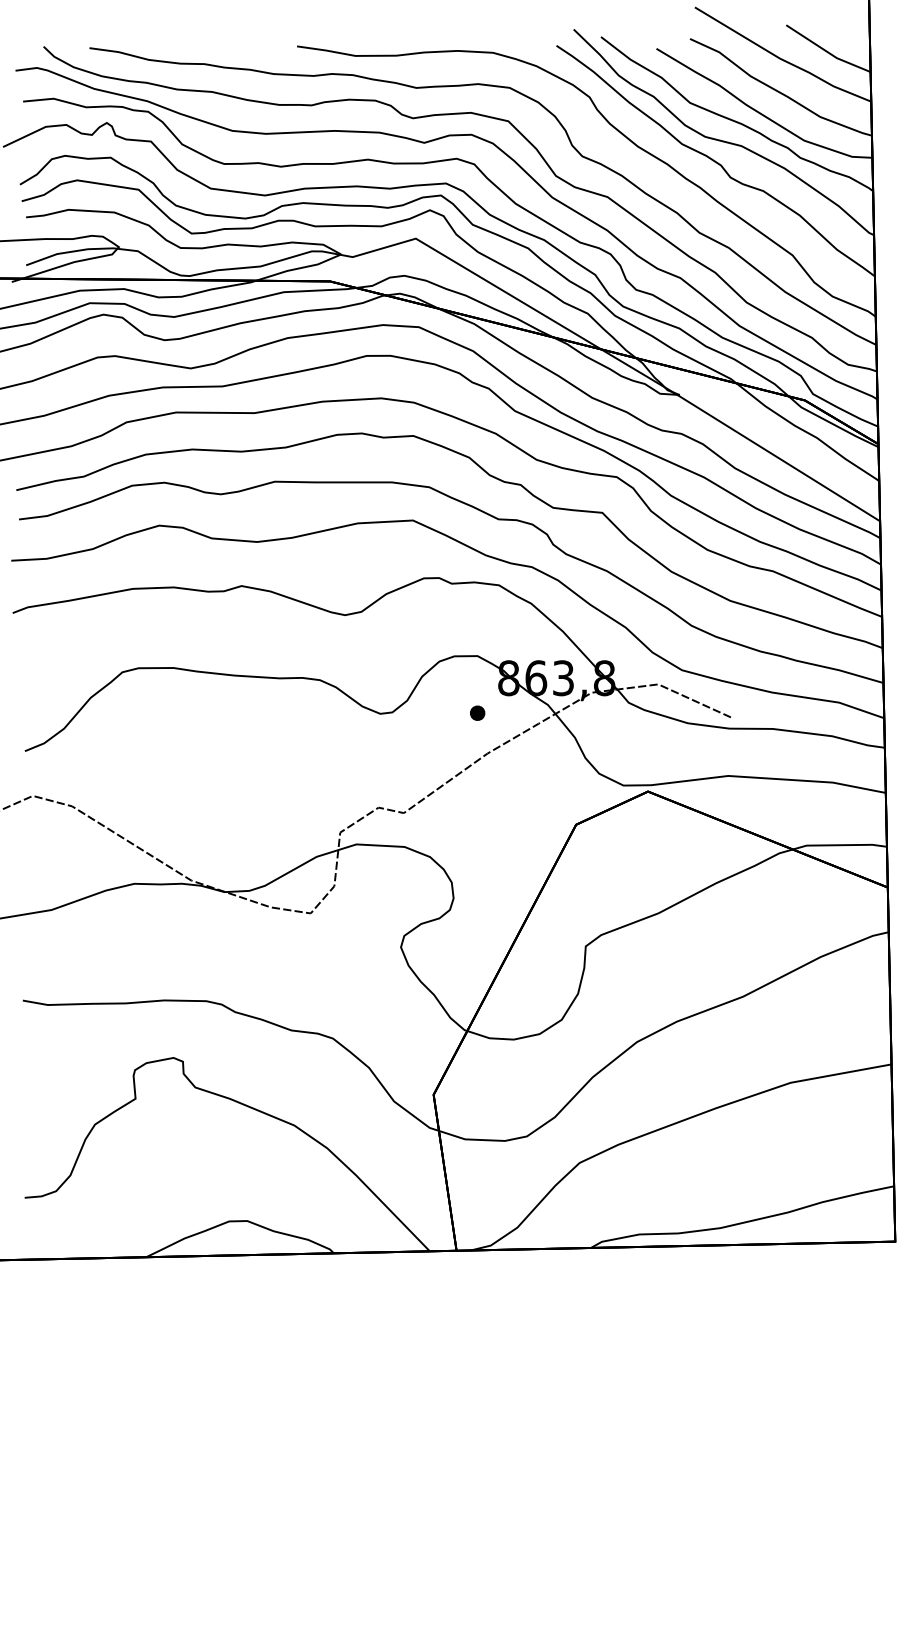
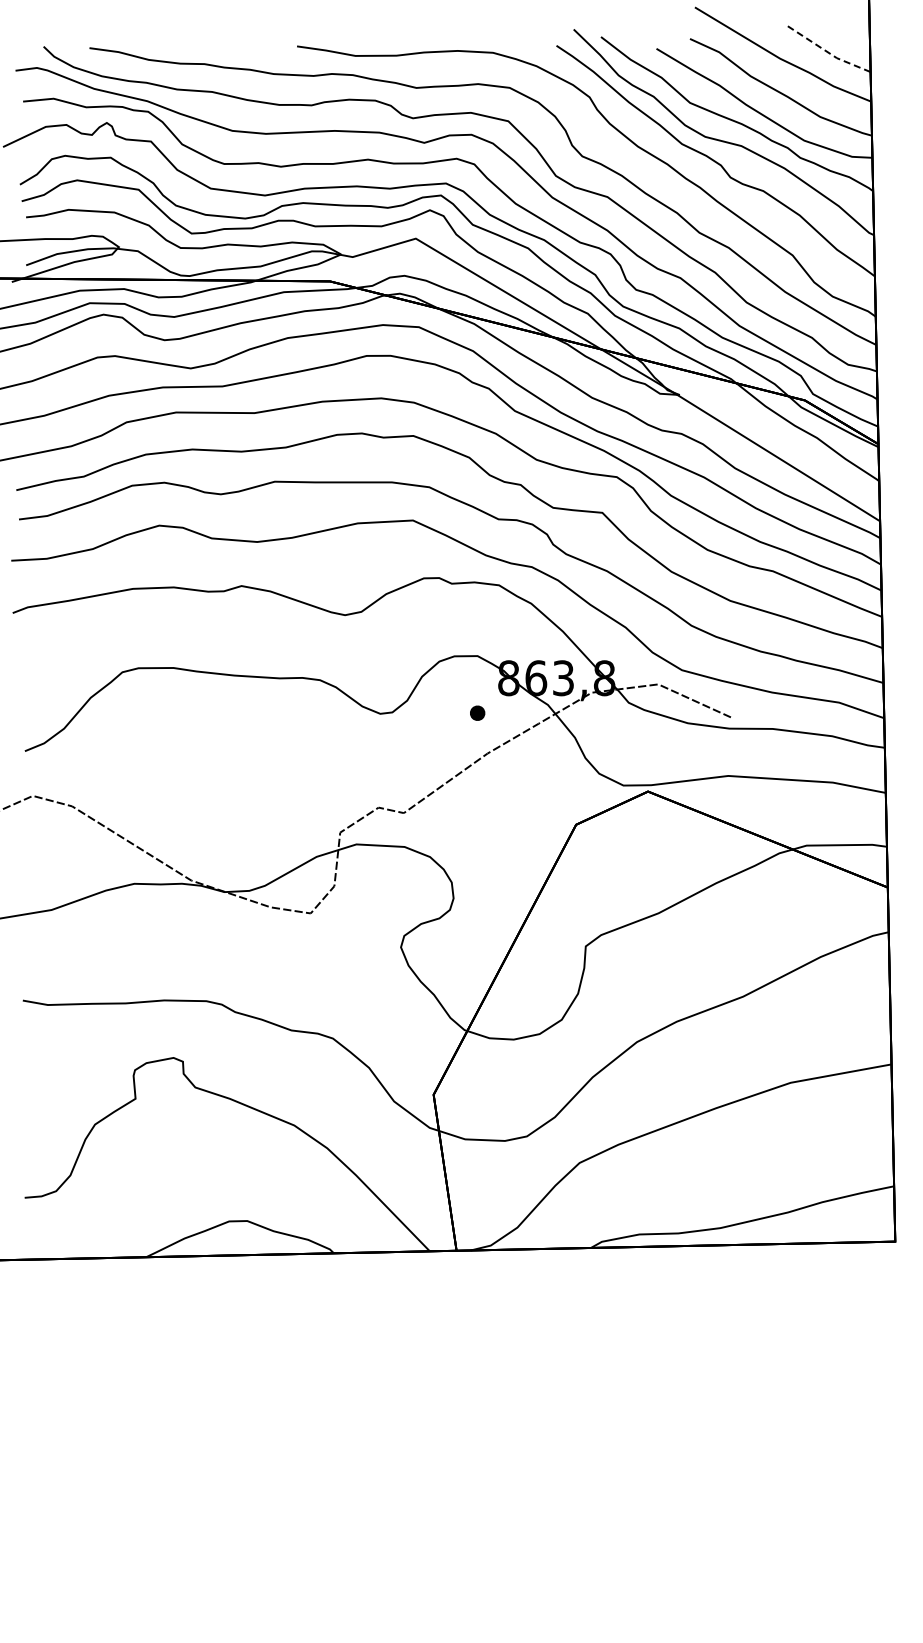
line at (827, 51): solid -> dashed
